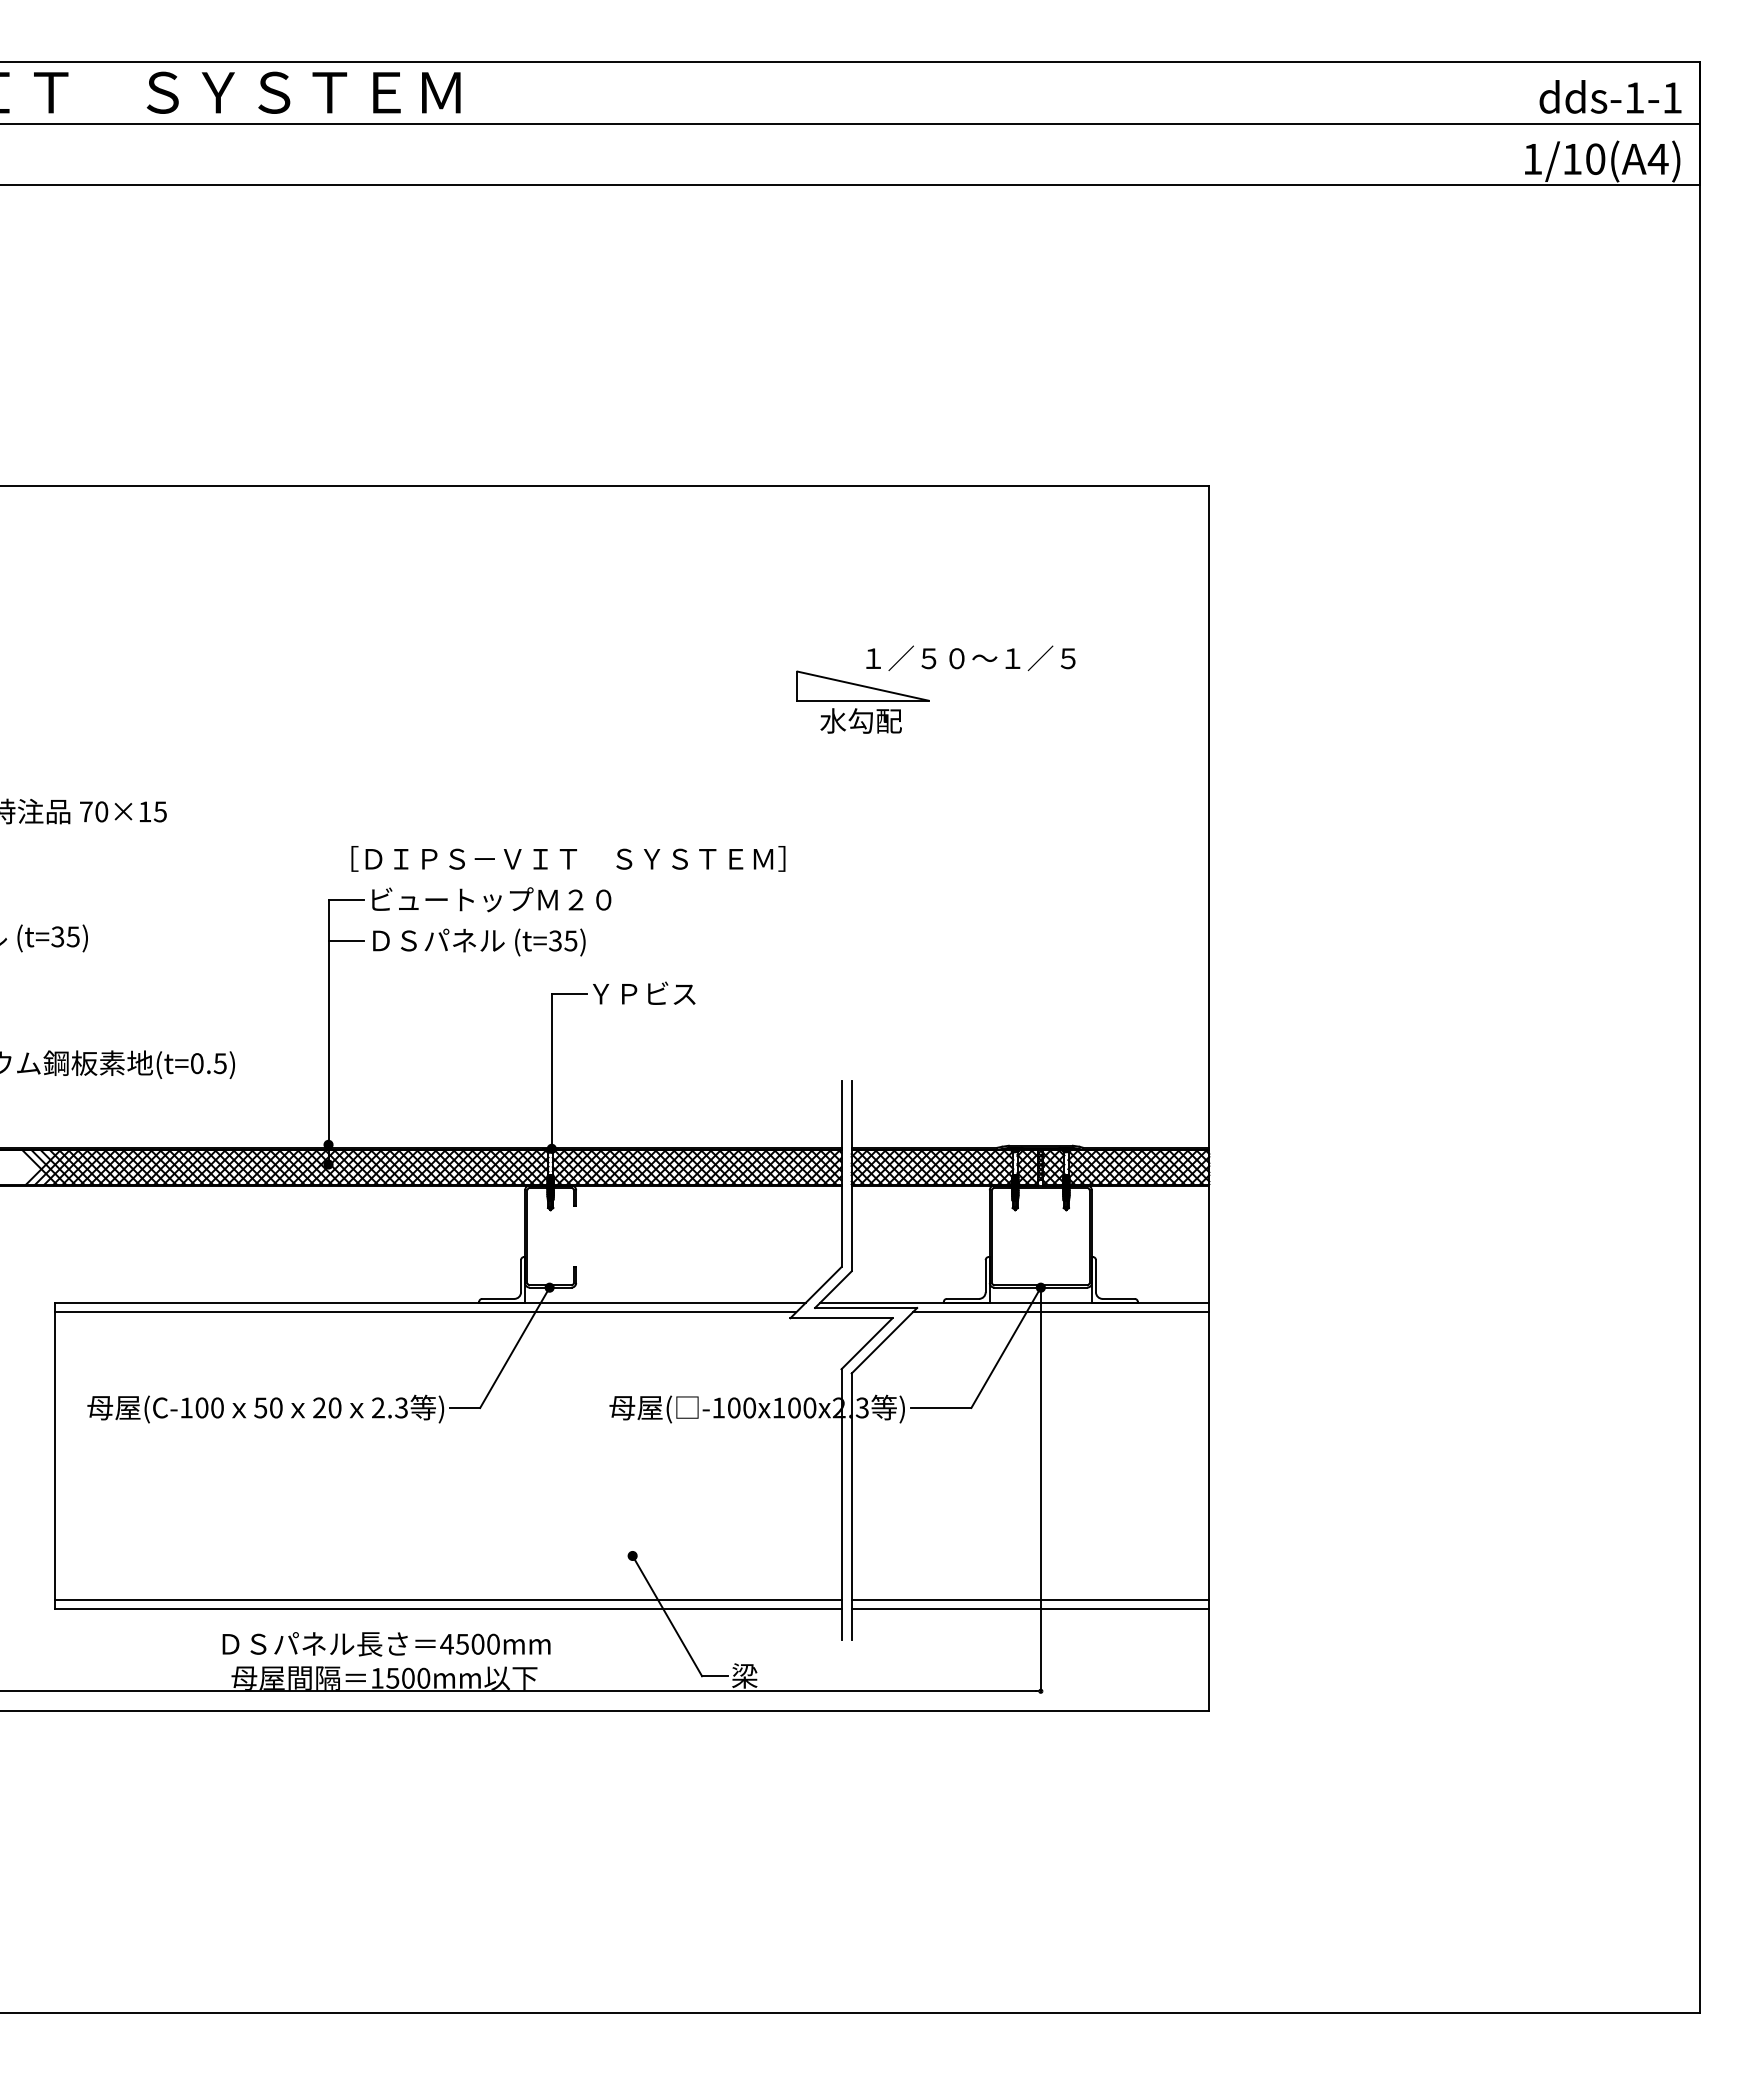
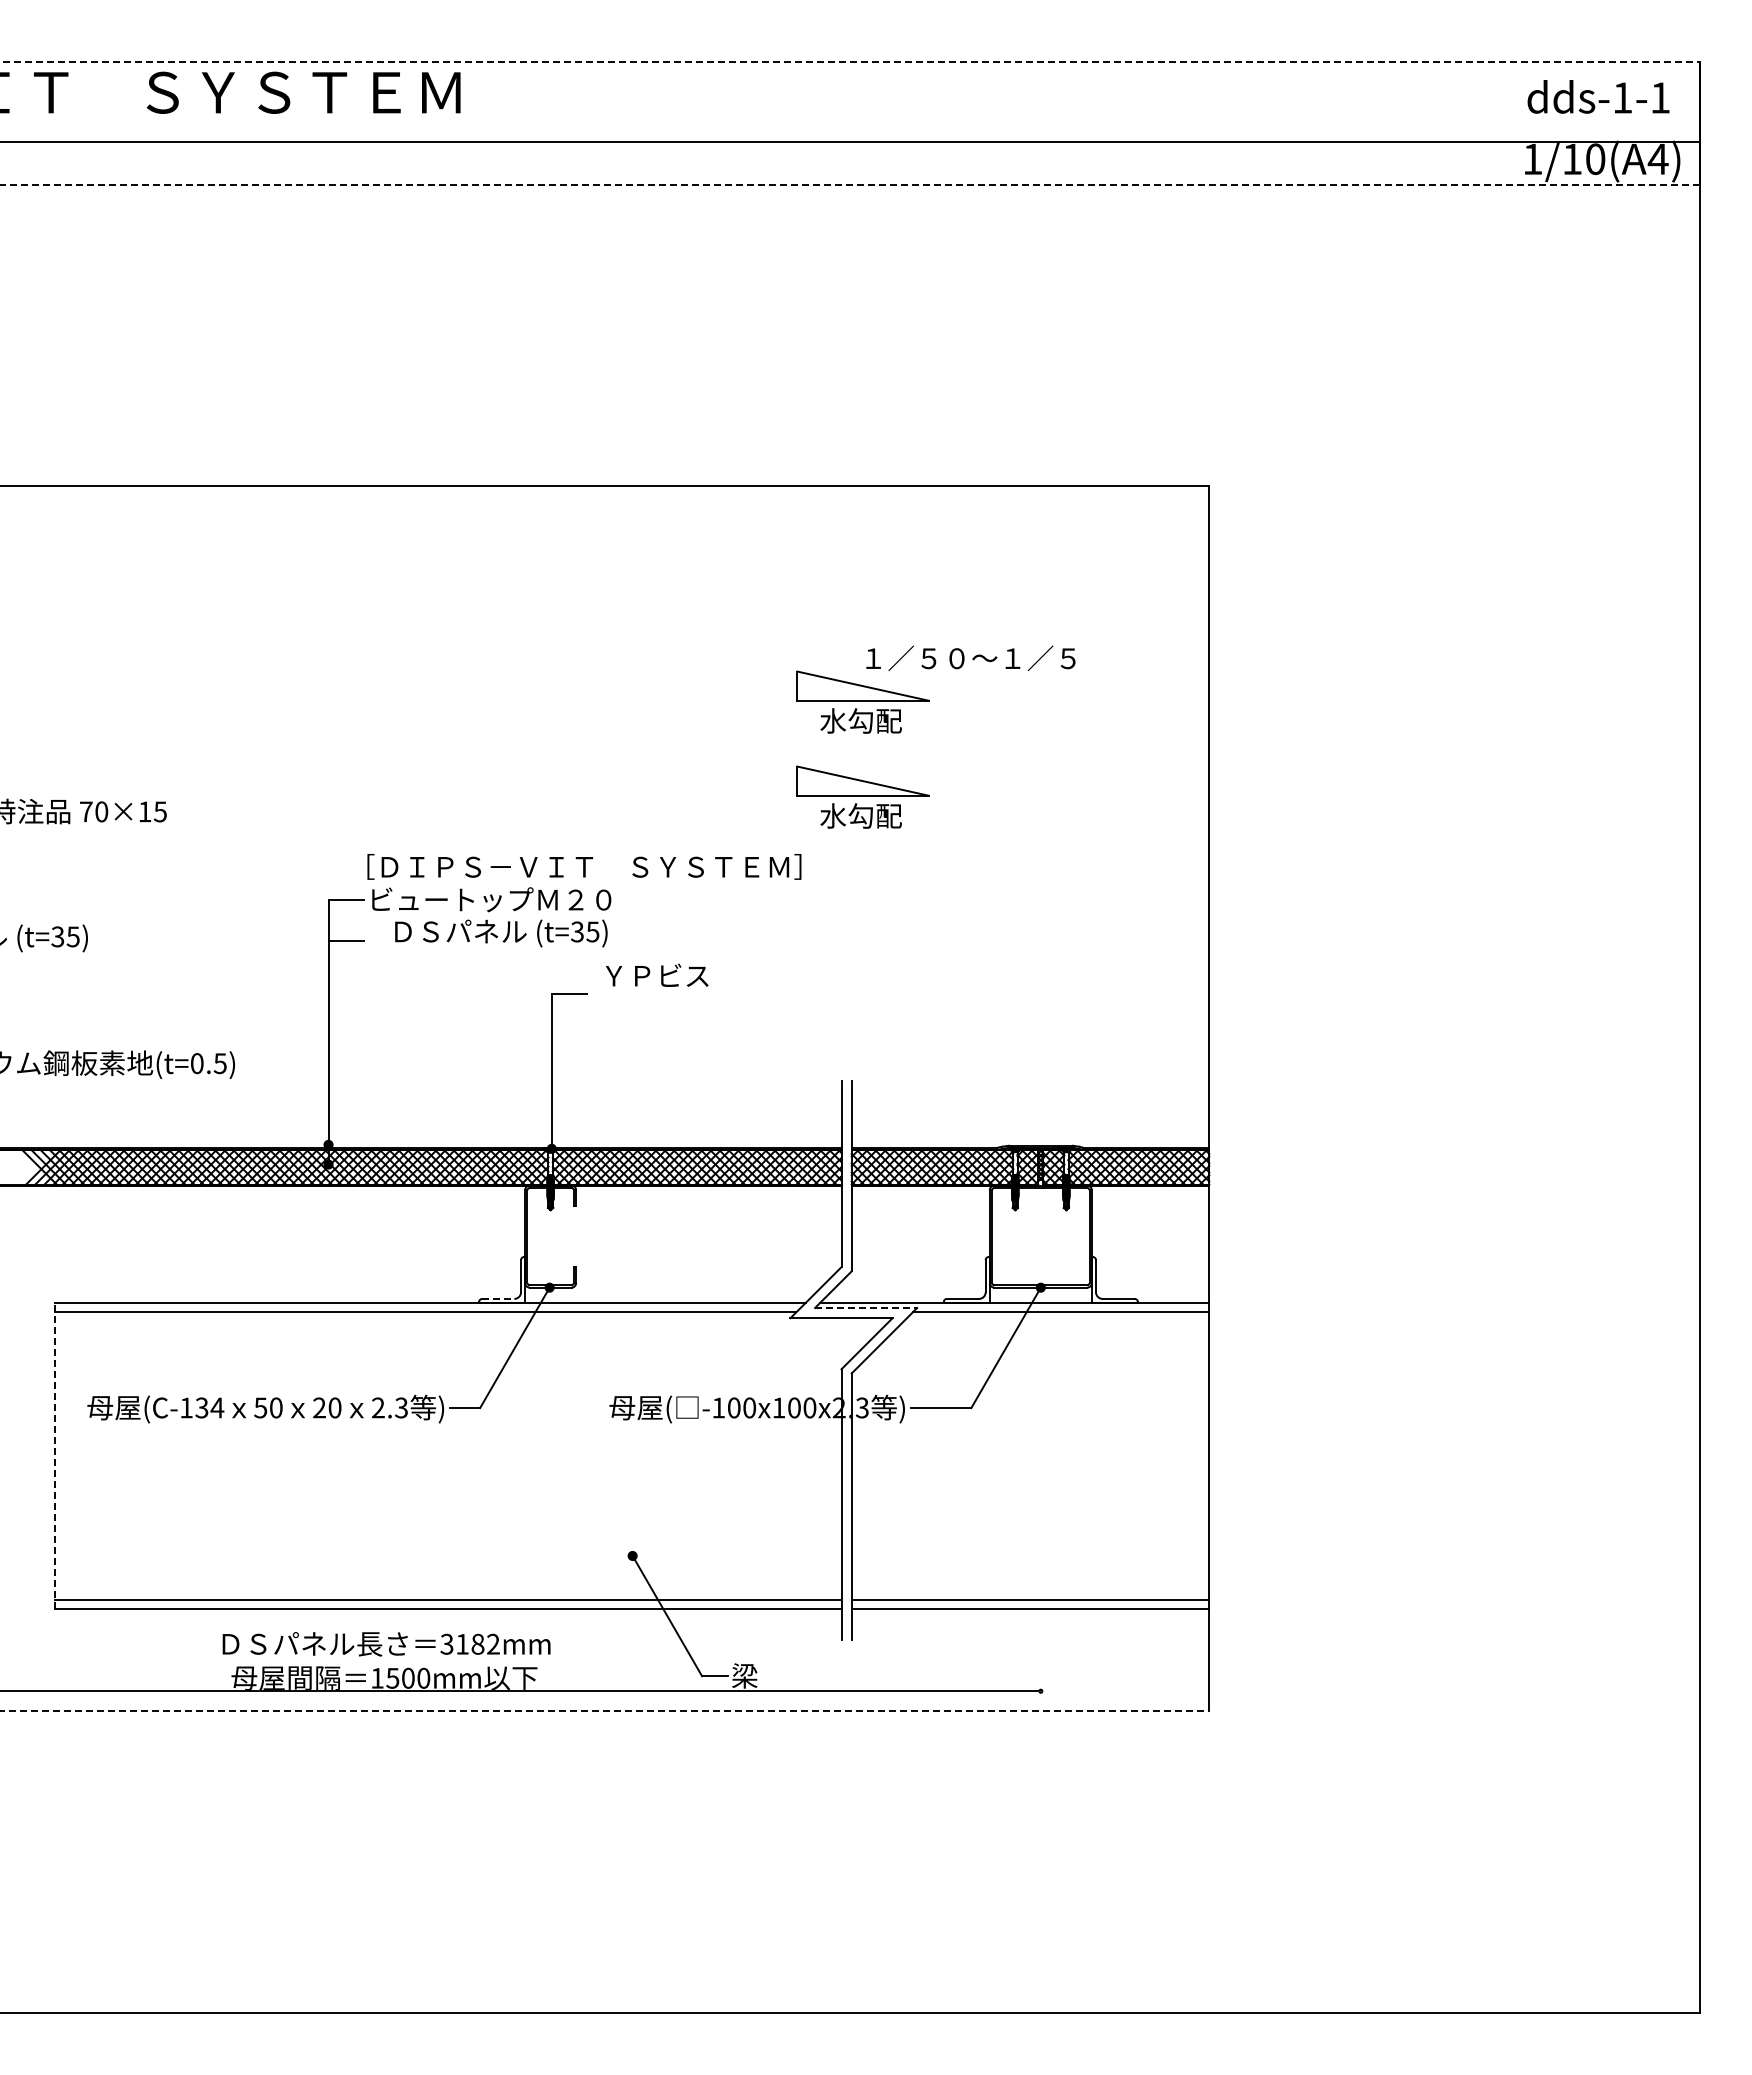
line at (850, 62): solid -> dashed
text at (1610, 96) position: (1610, 96) -> (1598, 96)
line at (850, 123) position: (850, 123) -> (850, 141)
line at (849, 184): solid -> dashed
part at (862, 796): none -> present
text at (568, 858) position: (568, 858) -> (584, 866)
text at (479, 942) position: (479, 942) -> (501, 933)
text at (644, 992) position: (644, 992) -> (657, 974)
line at (498, 1298): solid -> dashed
line at (866, 1308): solid -> dashed
text at (209, 1407): (C-100 -> (C-134
line at (55, 1455): solid -> dashed
line at (1040, 1491): present -> none
text at (469, 1643): 4500mm -> 3182mm
line at (605, 1711): solid -> dashed
